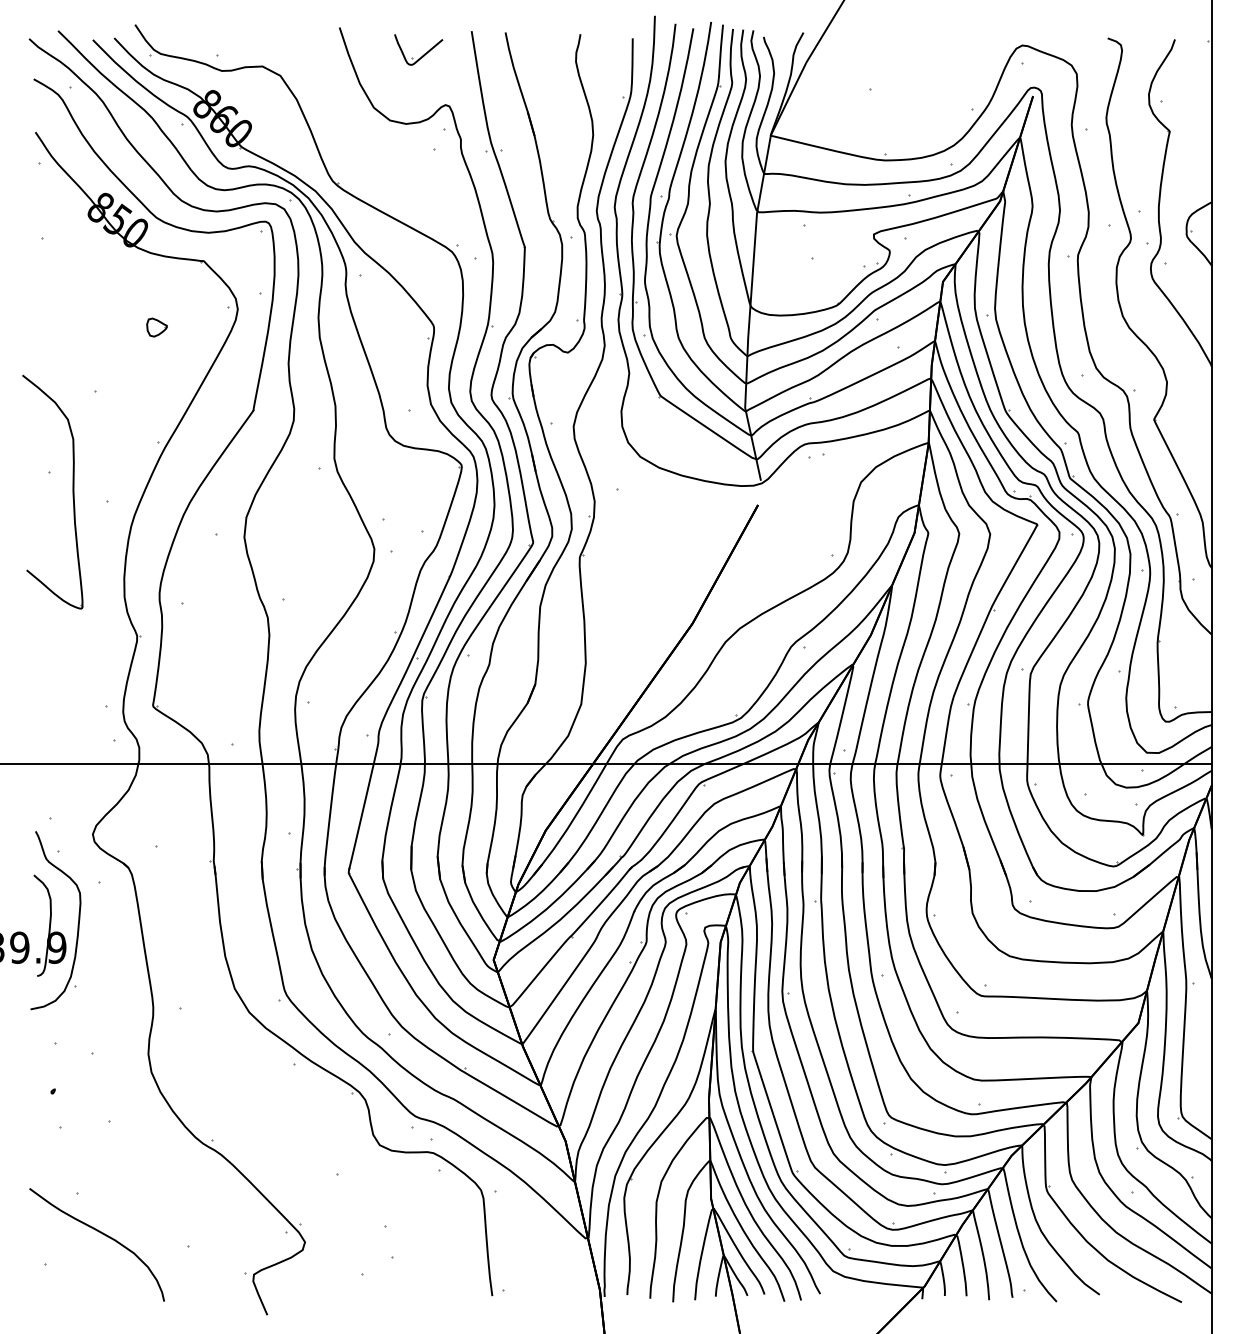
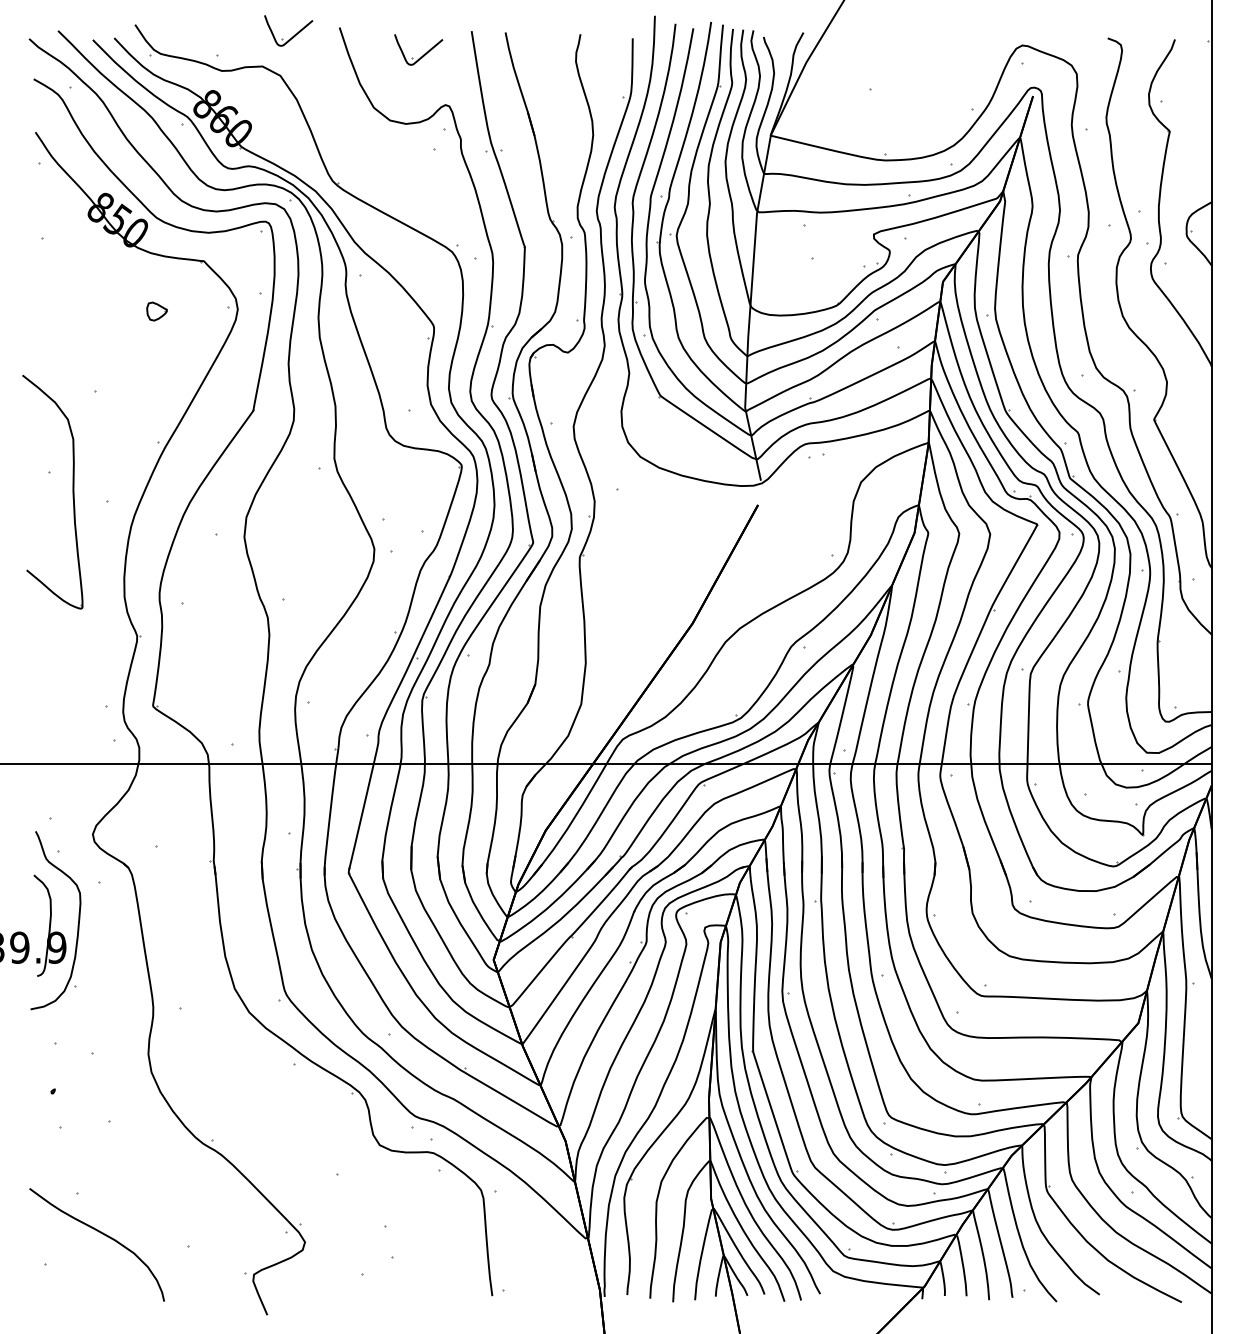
part at (293, 35): none -> present
part at (156, 327) position: (156, 327) -> (156, 311)
